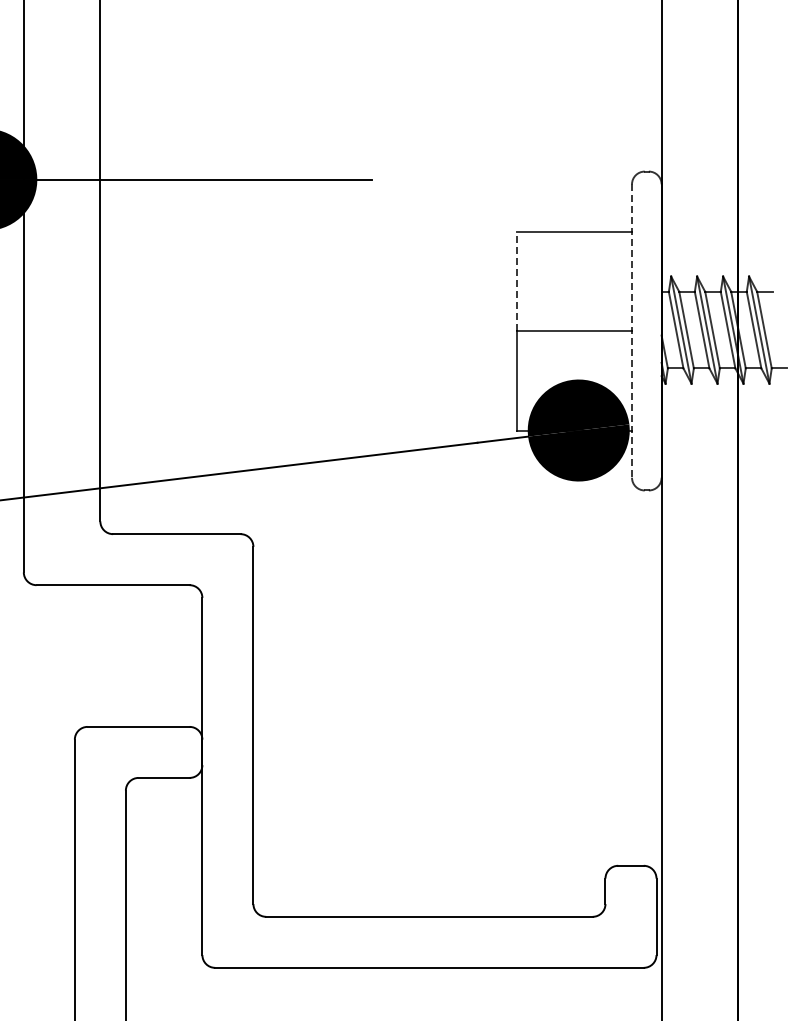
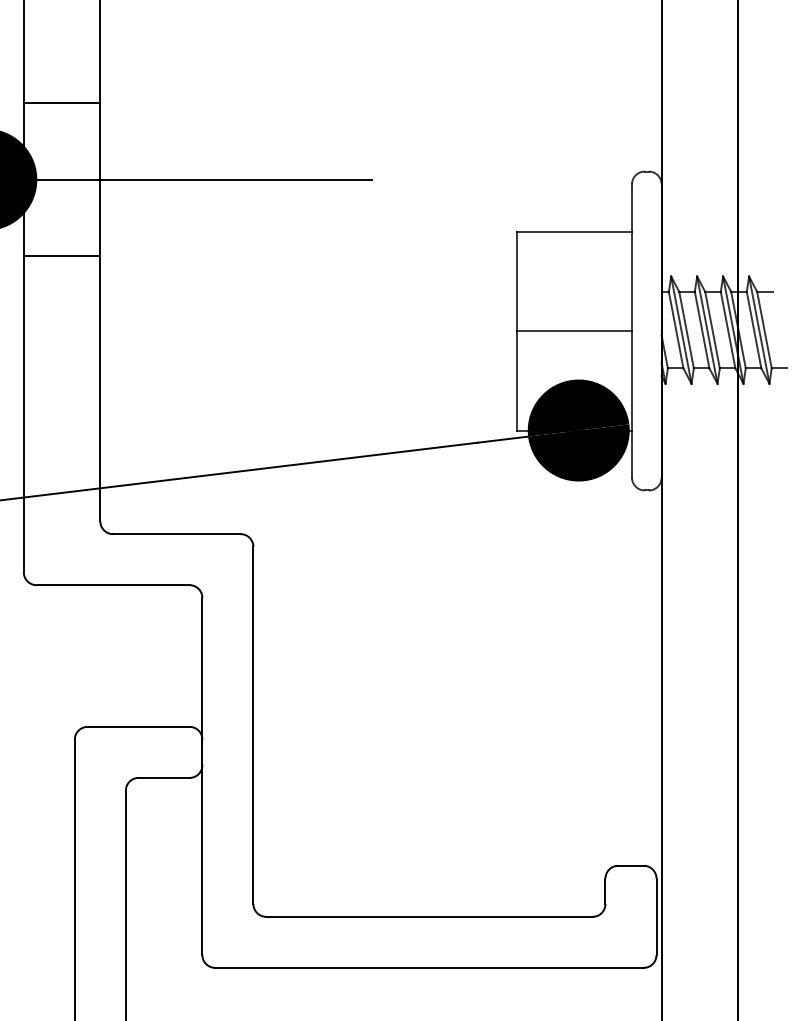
line at (61, 103): none -> present
line at (61, 256): none -> present
line at (516, 281): dashed -> solid
line at (632, 331): dashed -> solid
